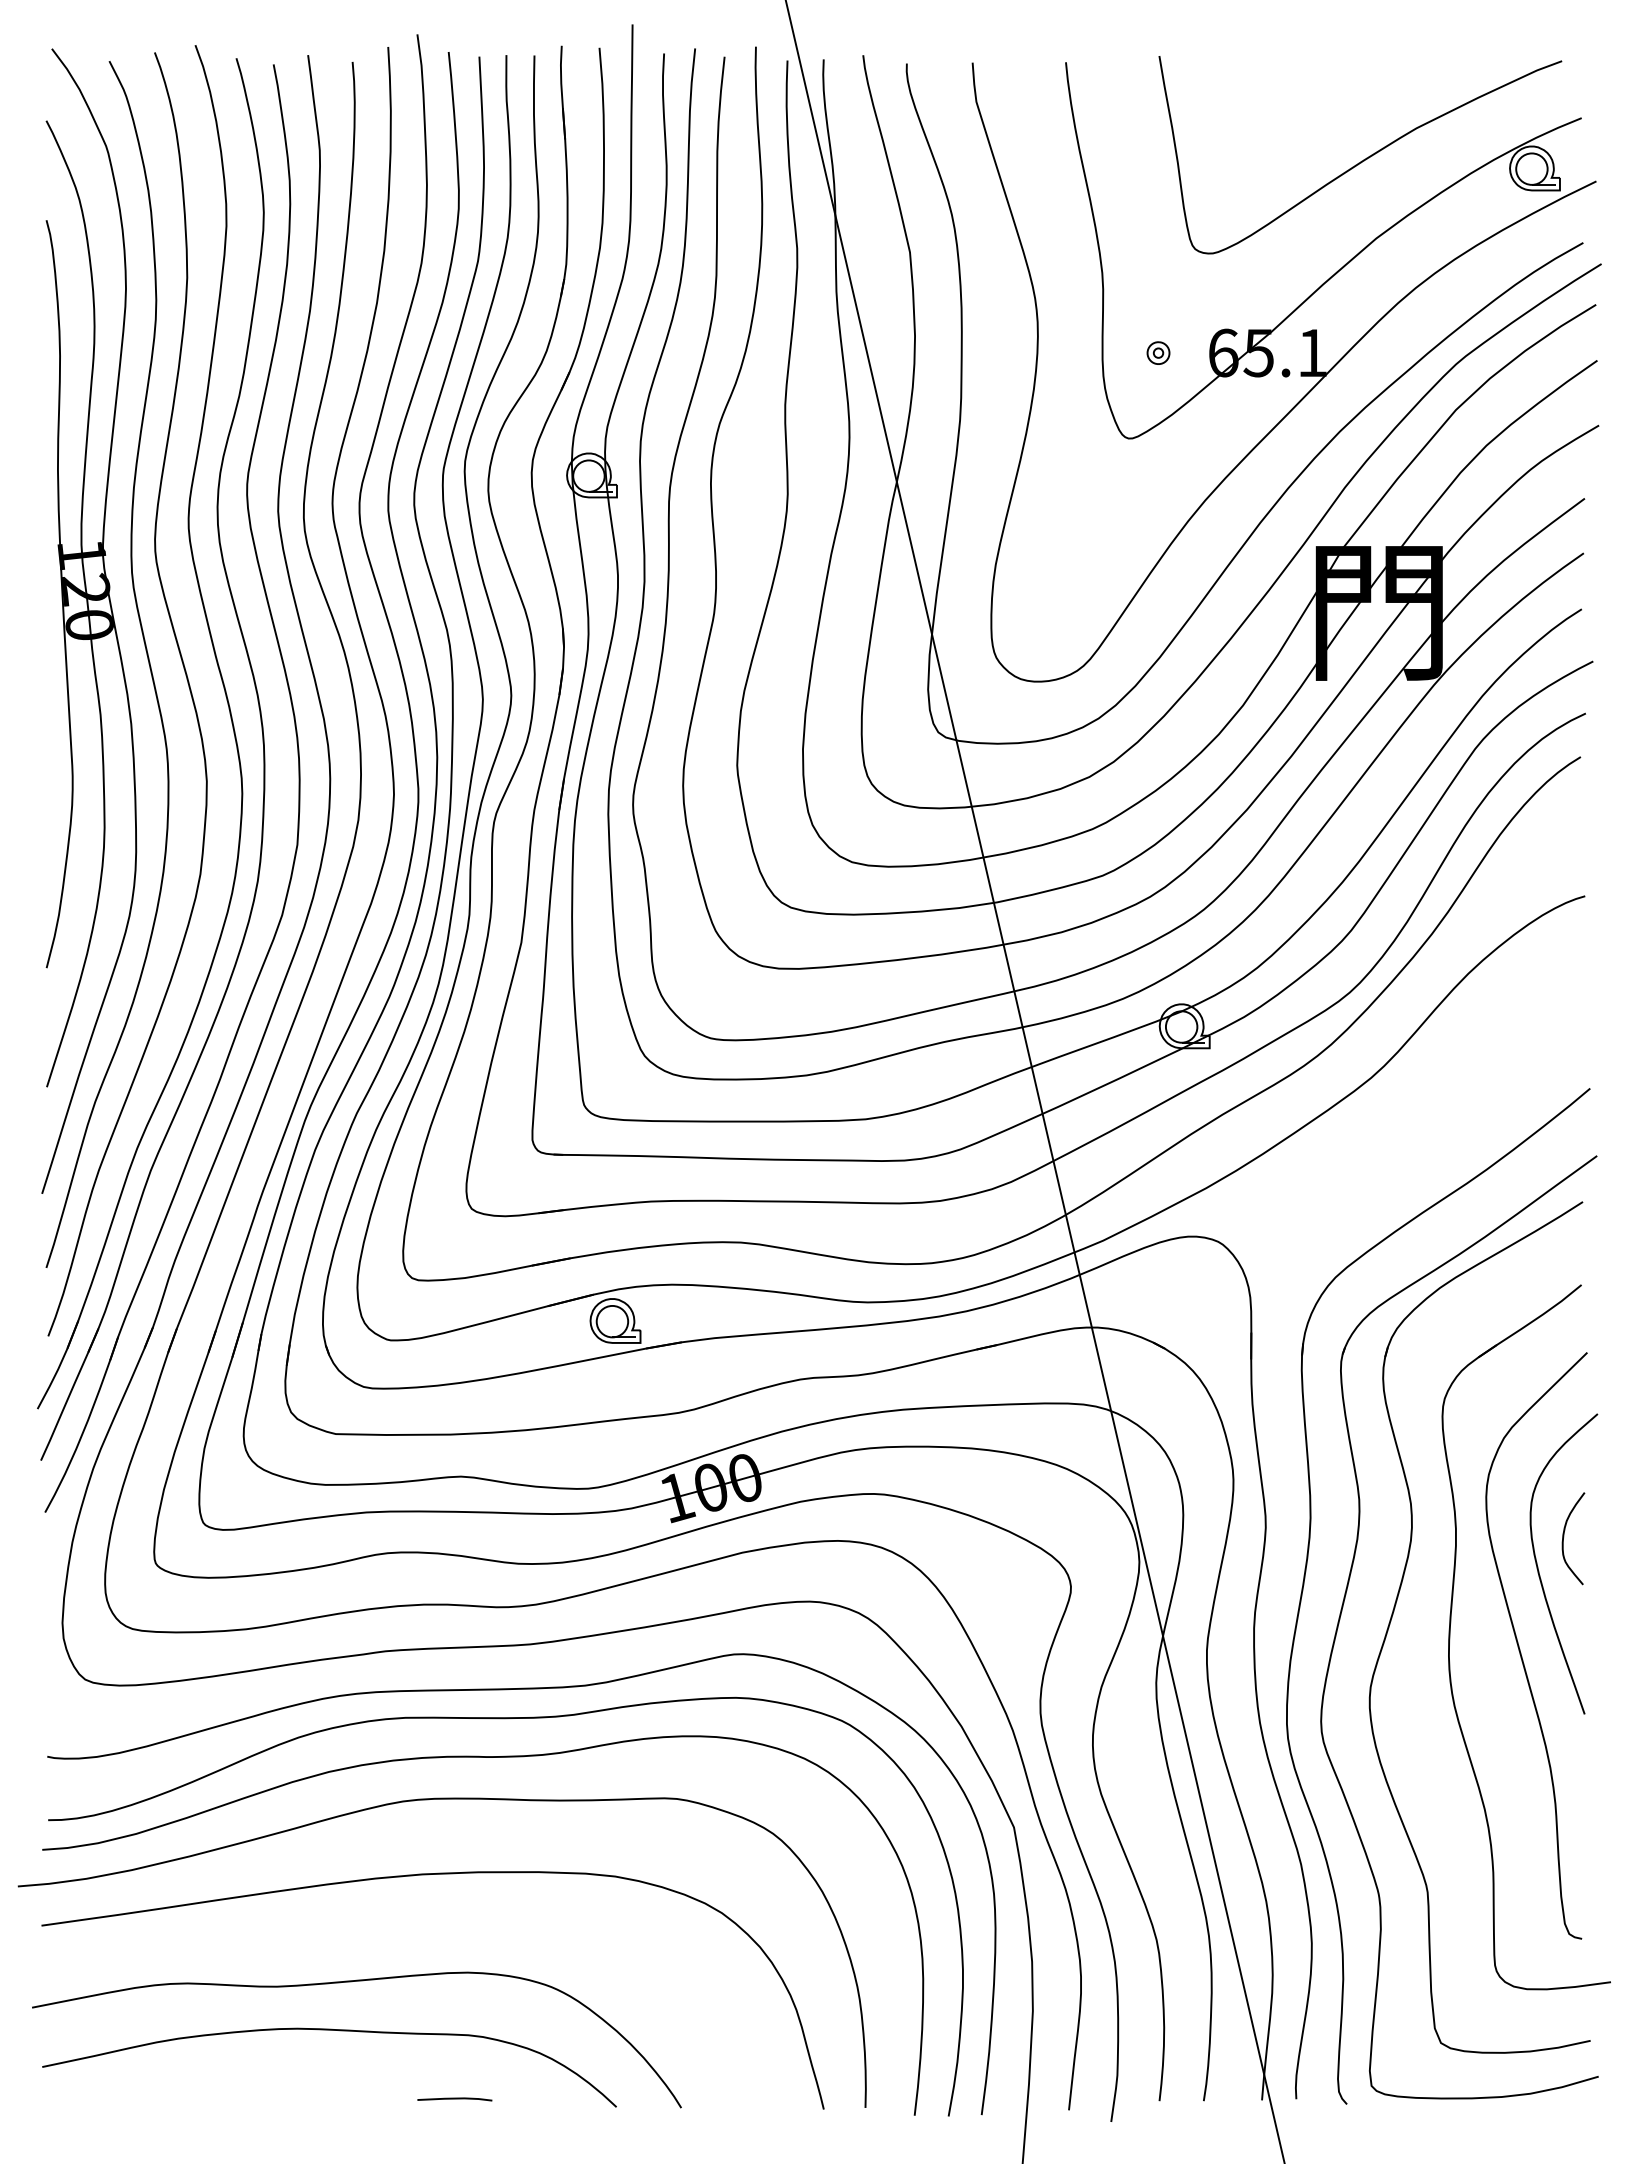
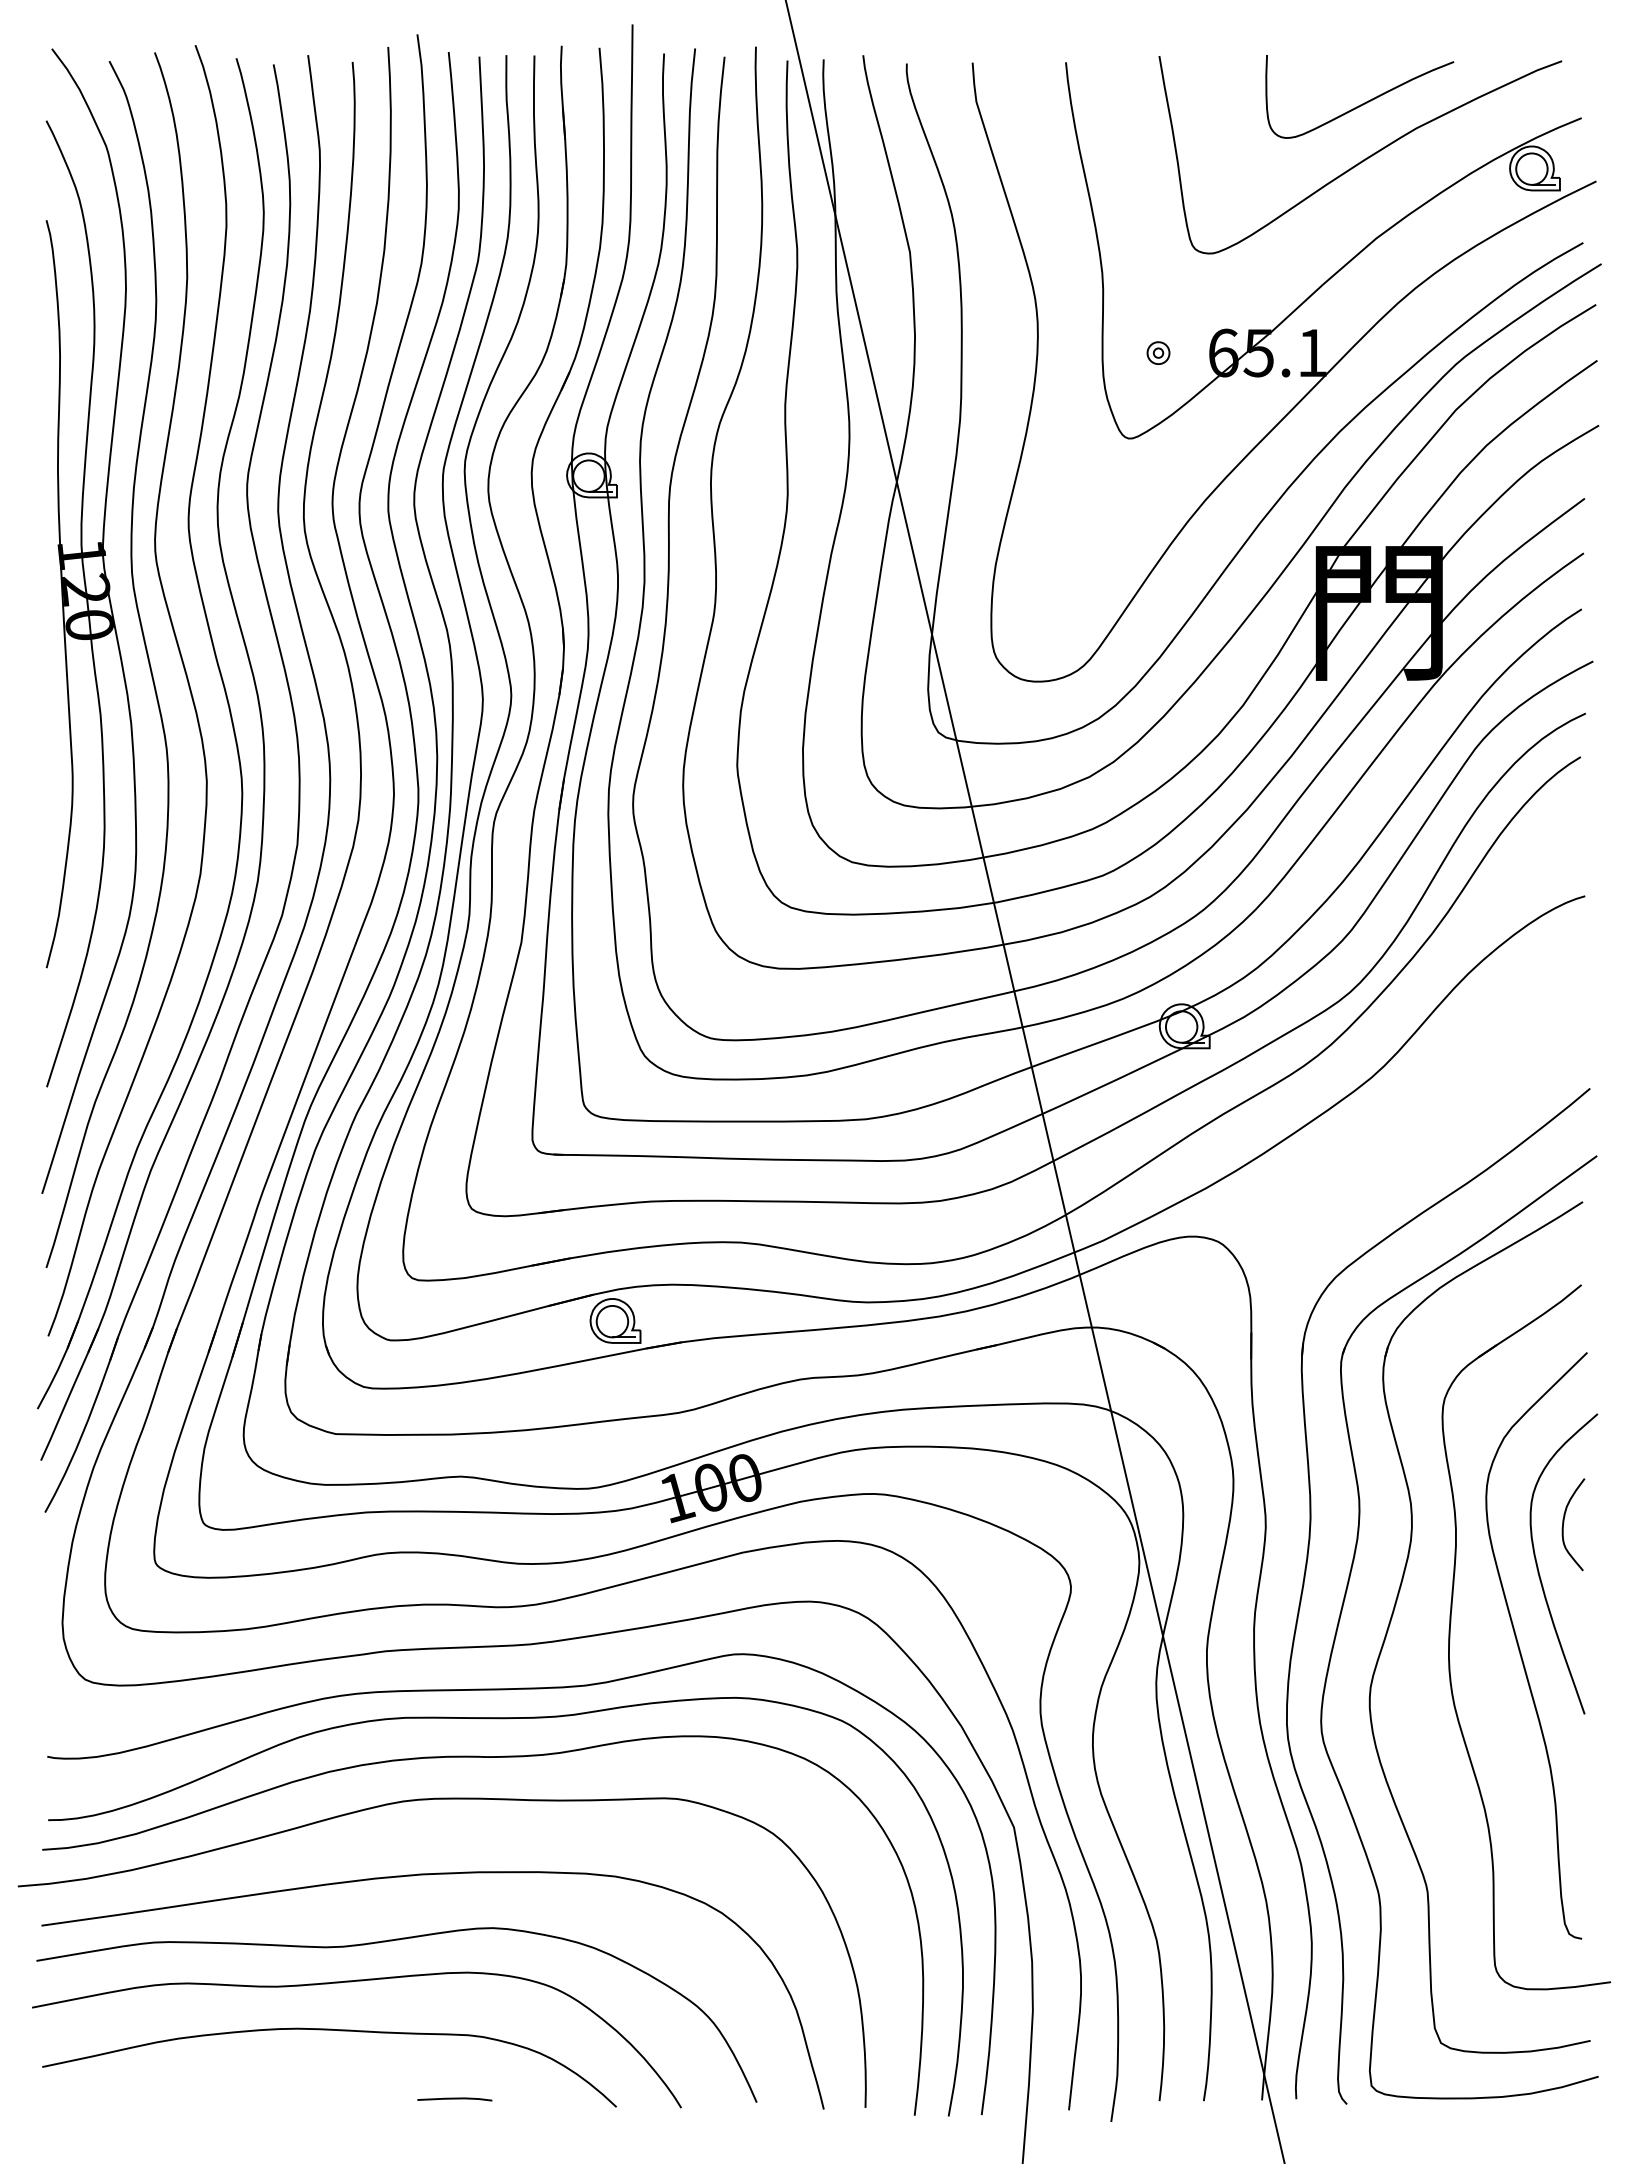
curve at (1362, 103): none -> present
curve at (1564, 1537) position: (1564, 1537) -> (1564, 1523)
curve at (385, 1942): none -> present
